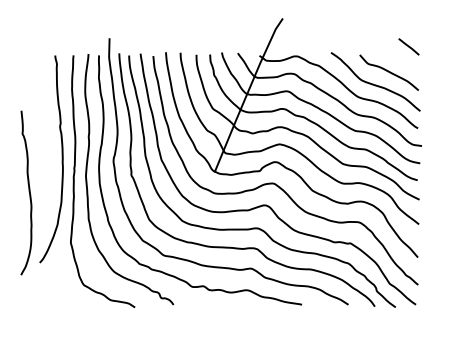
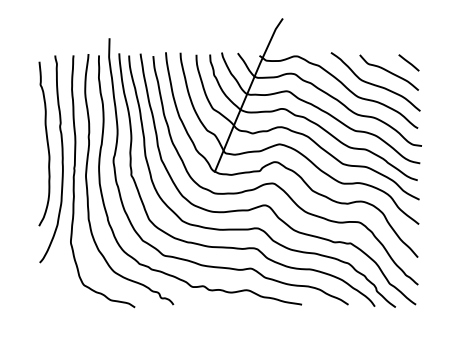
line at (408, 46) position: (408, 46) -> (408, 62)
curve at (28, 191) position: (28, 191) -> (46, 142)
